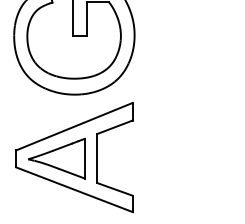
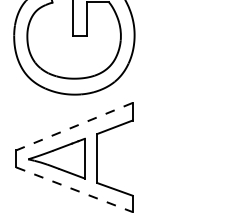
line at (74, 126): solid -> dashed
line at (74, 189): solid -> dashed
